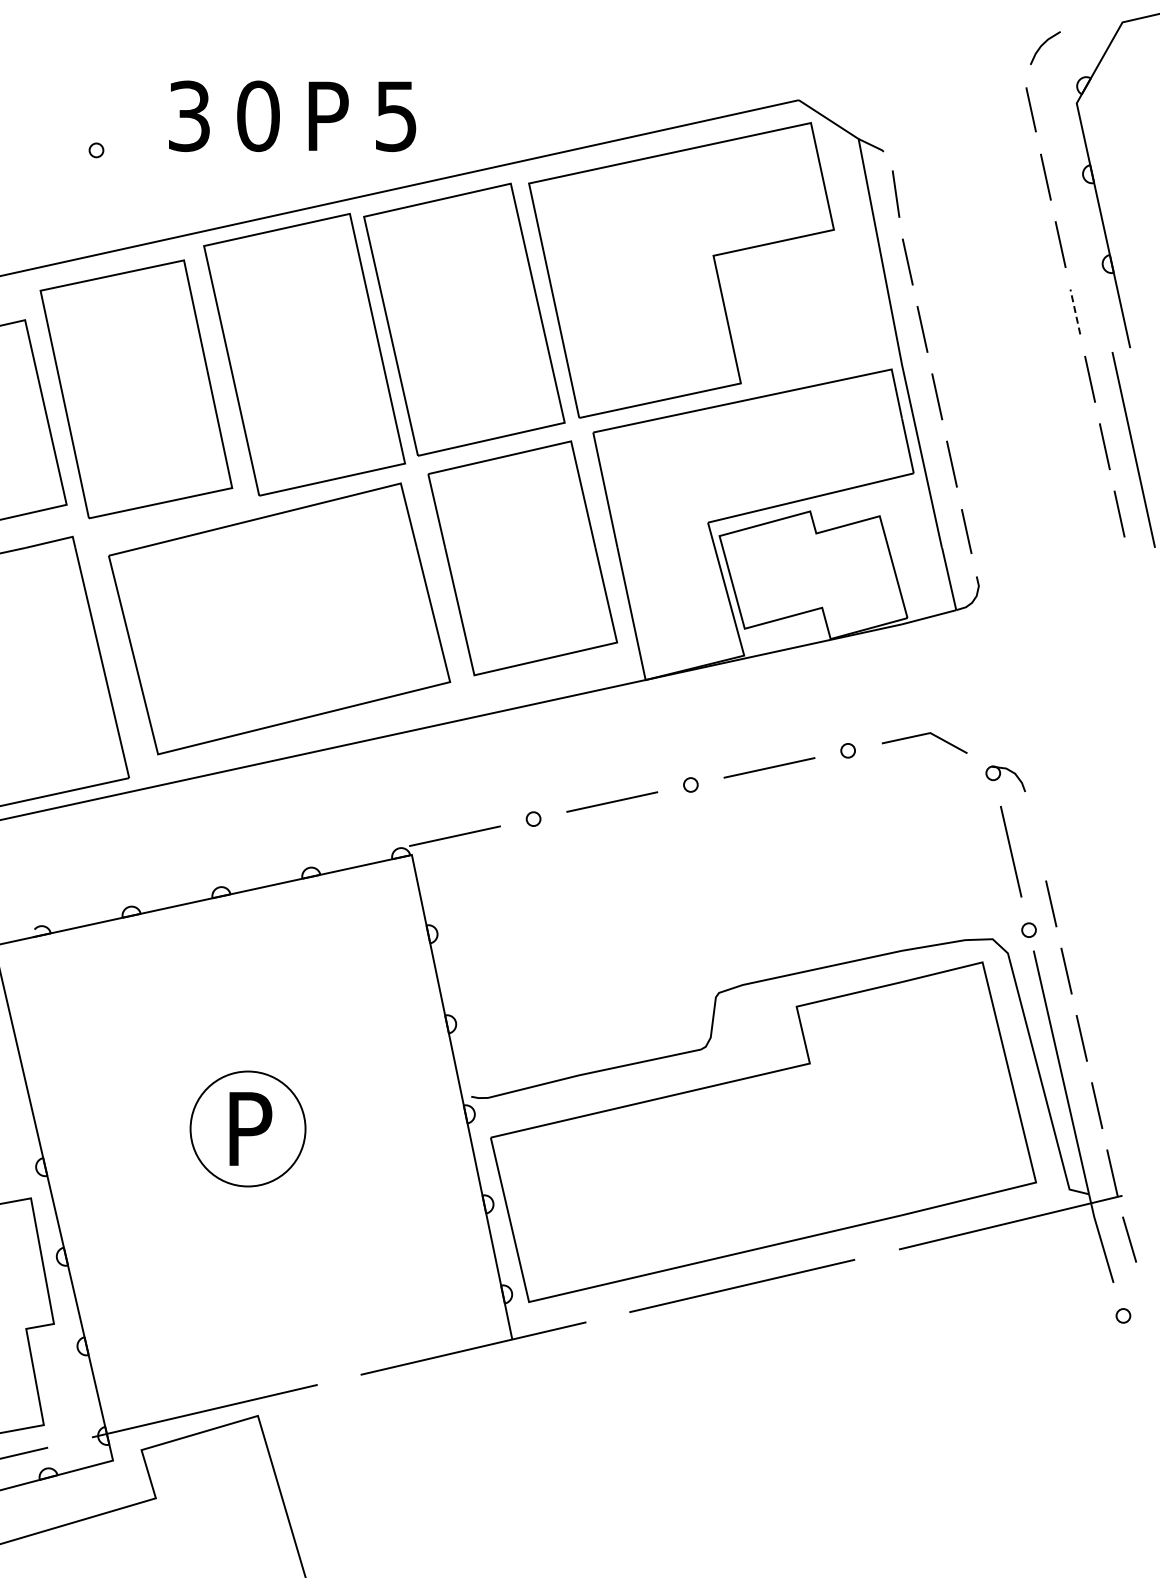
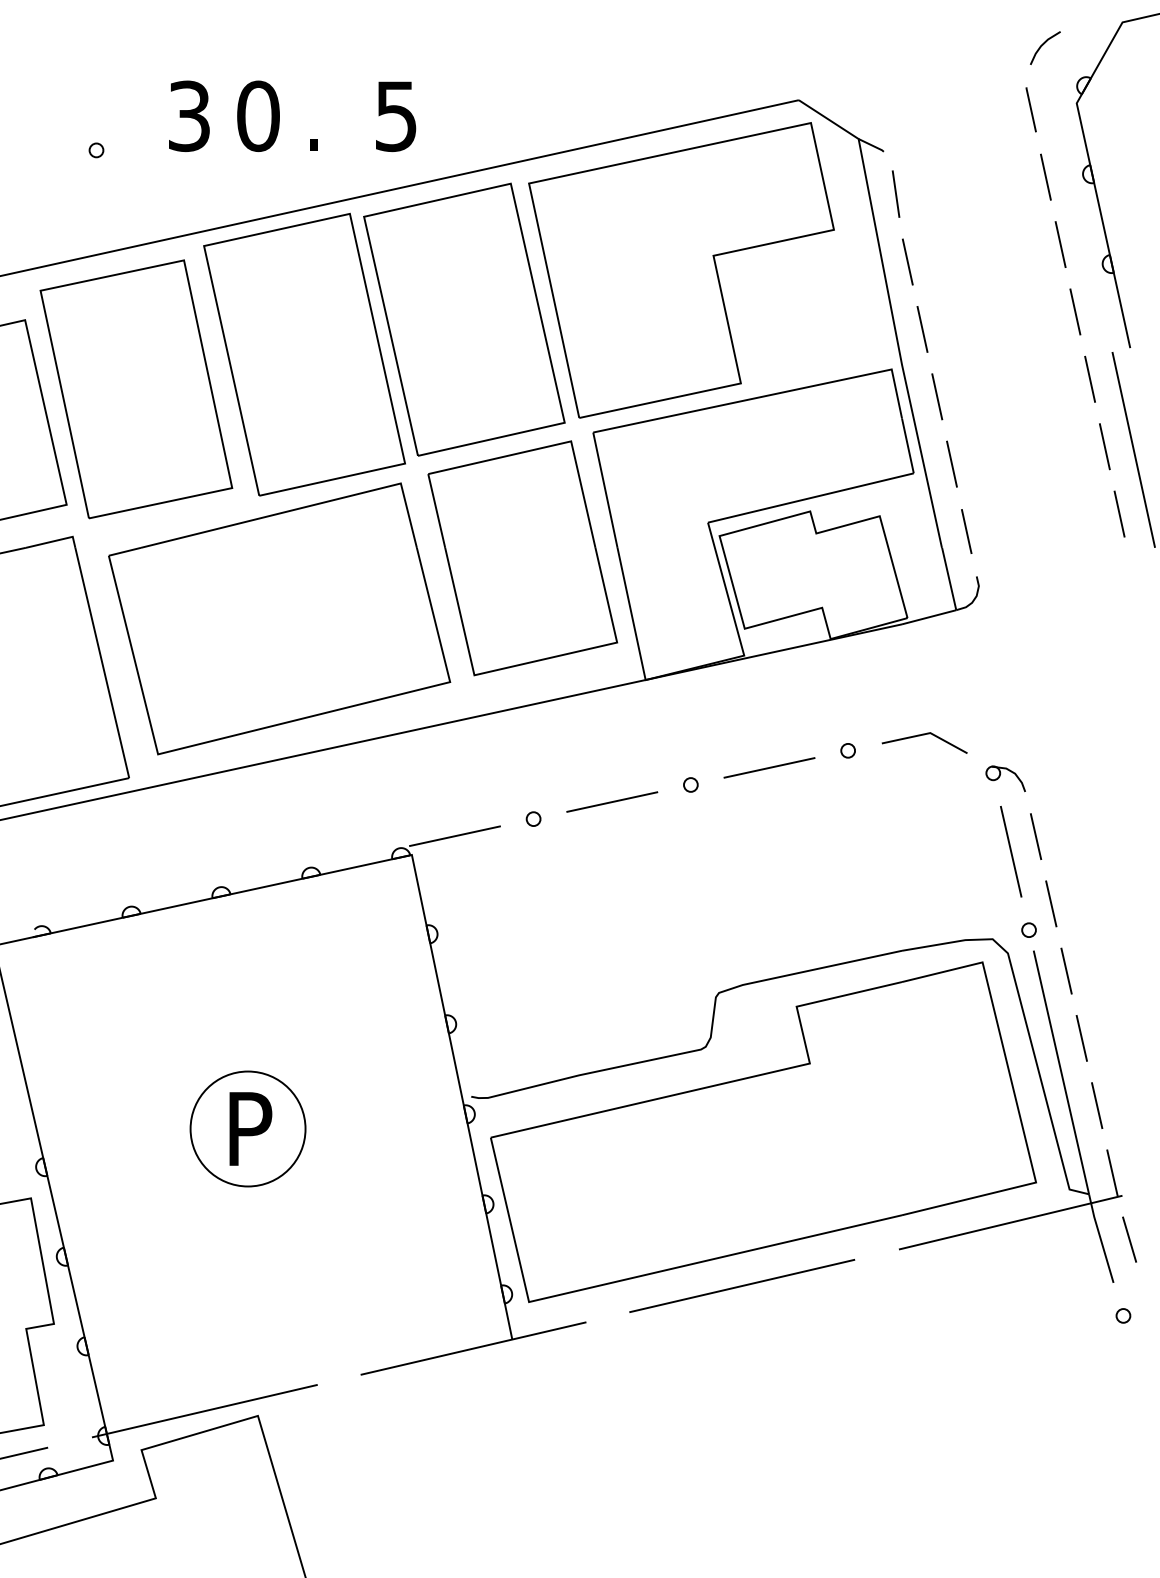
text at (328, 115): P -> .
line at (1075, 311): dashed -> solid
line at (1035, 836): none -> present
